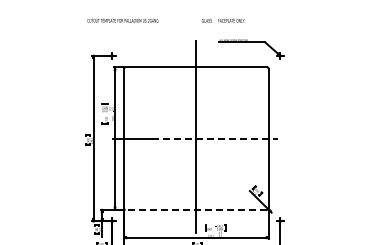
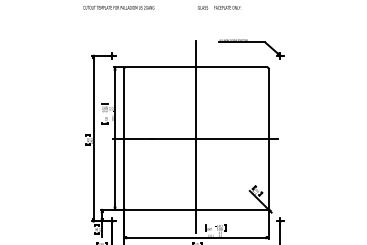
text at (166, 20) position: (166, 20) -> (162, 7)
line at (215, 138): dashed -> solid
line at (196, 209): dashed -> solid
